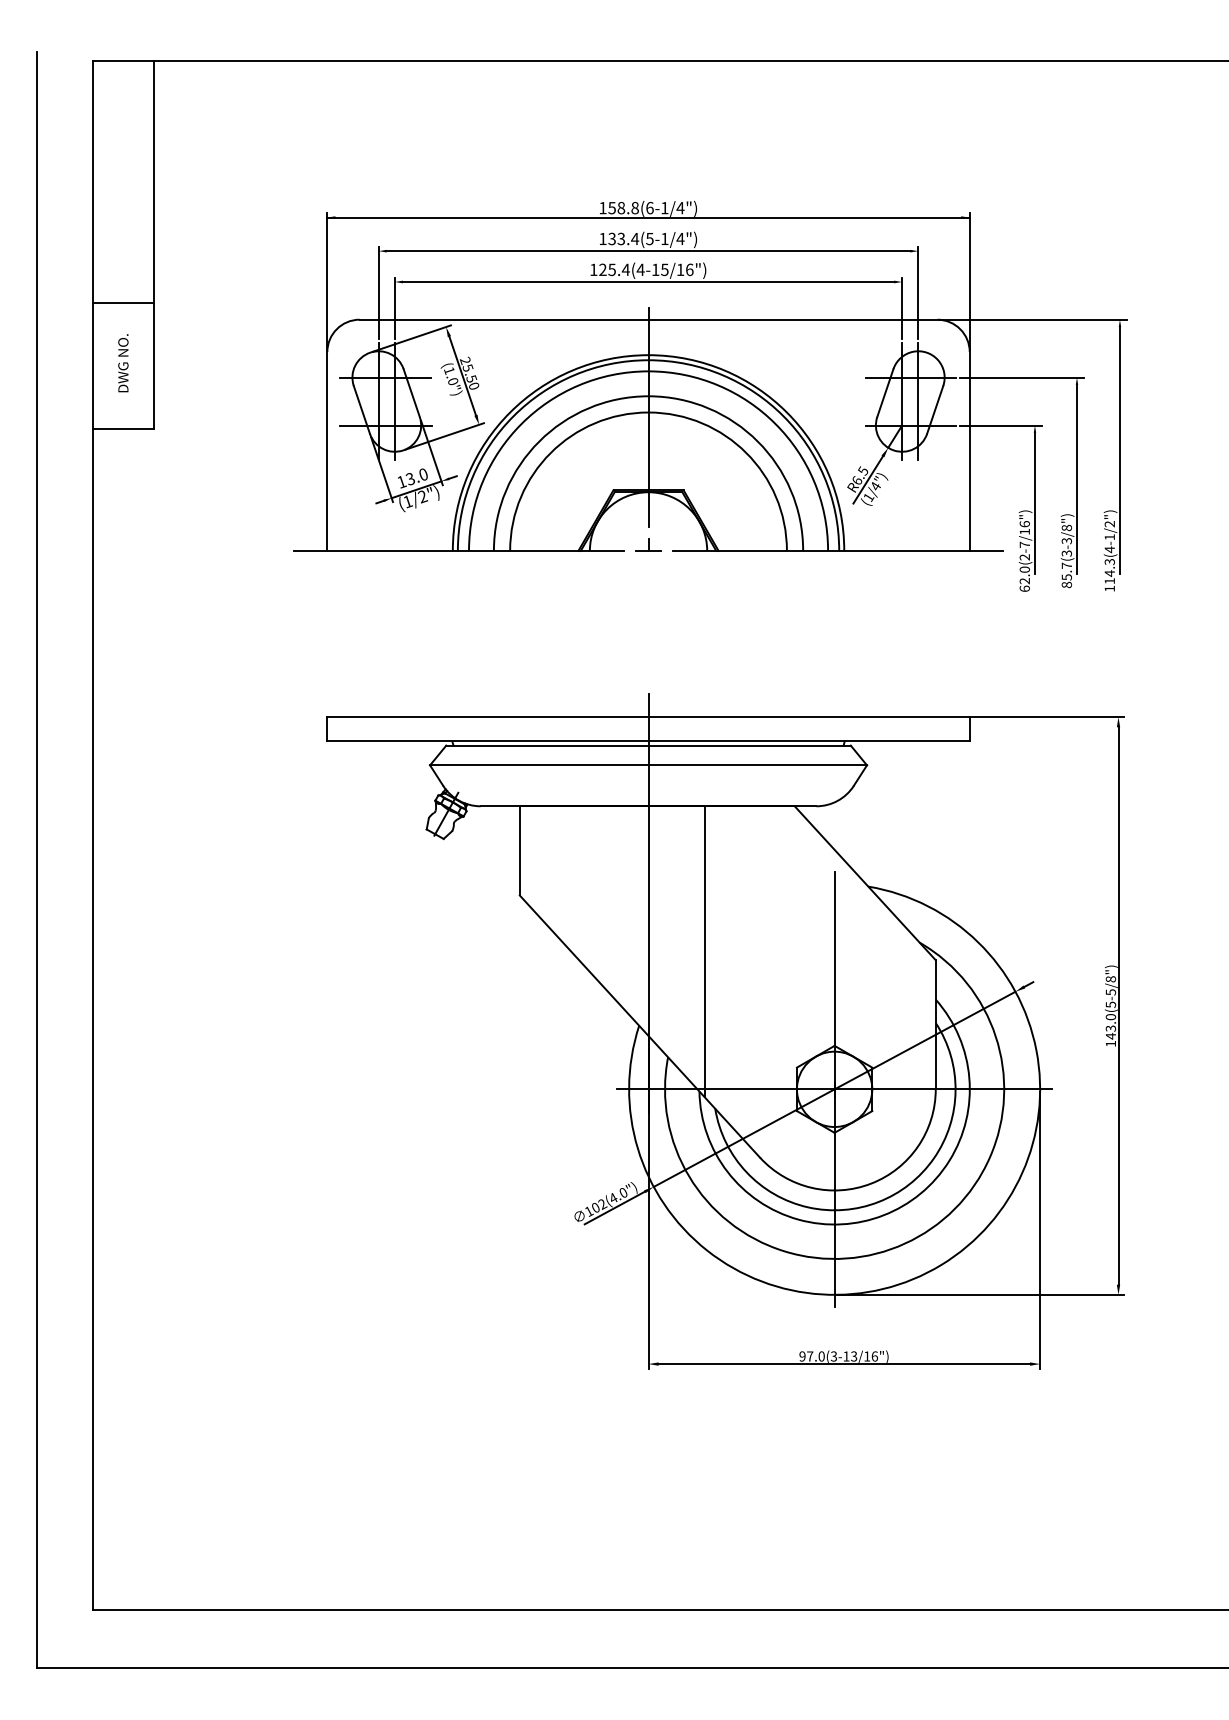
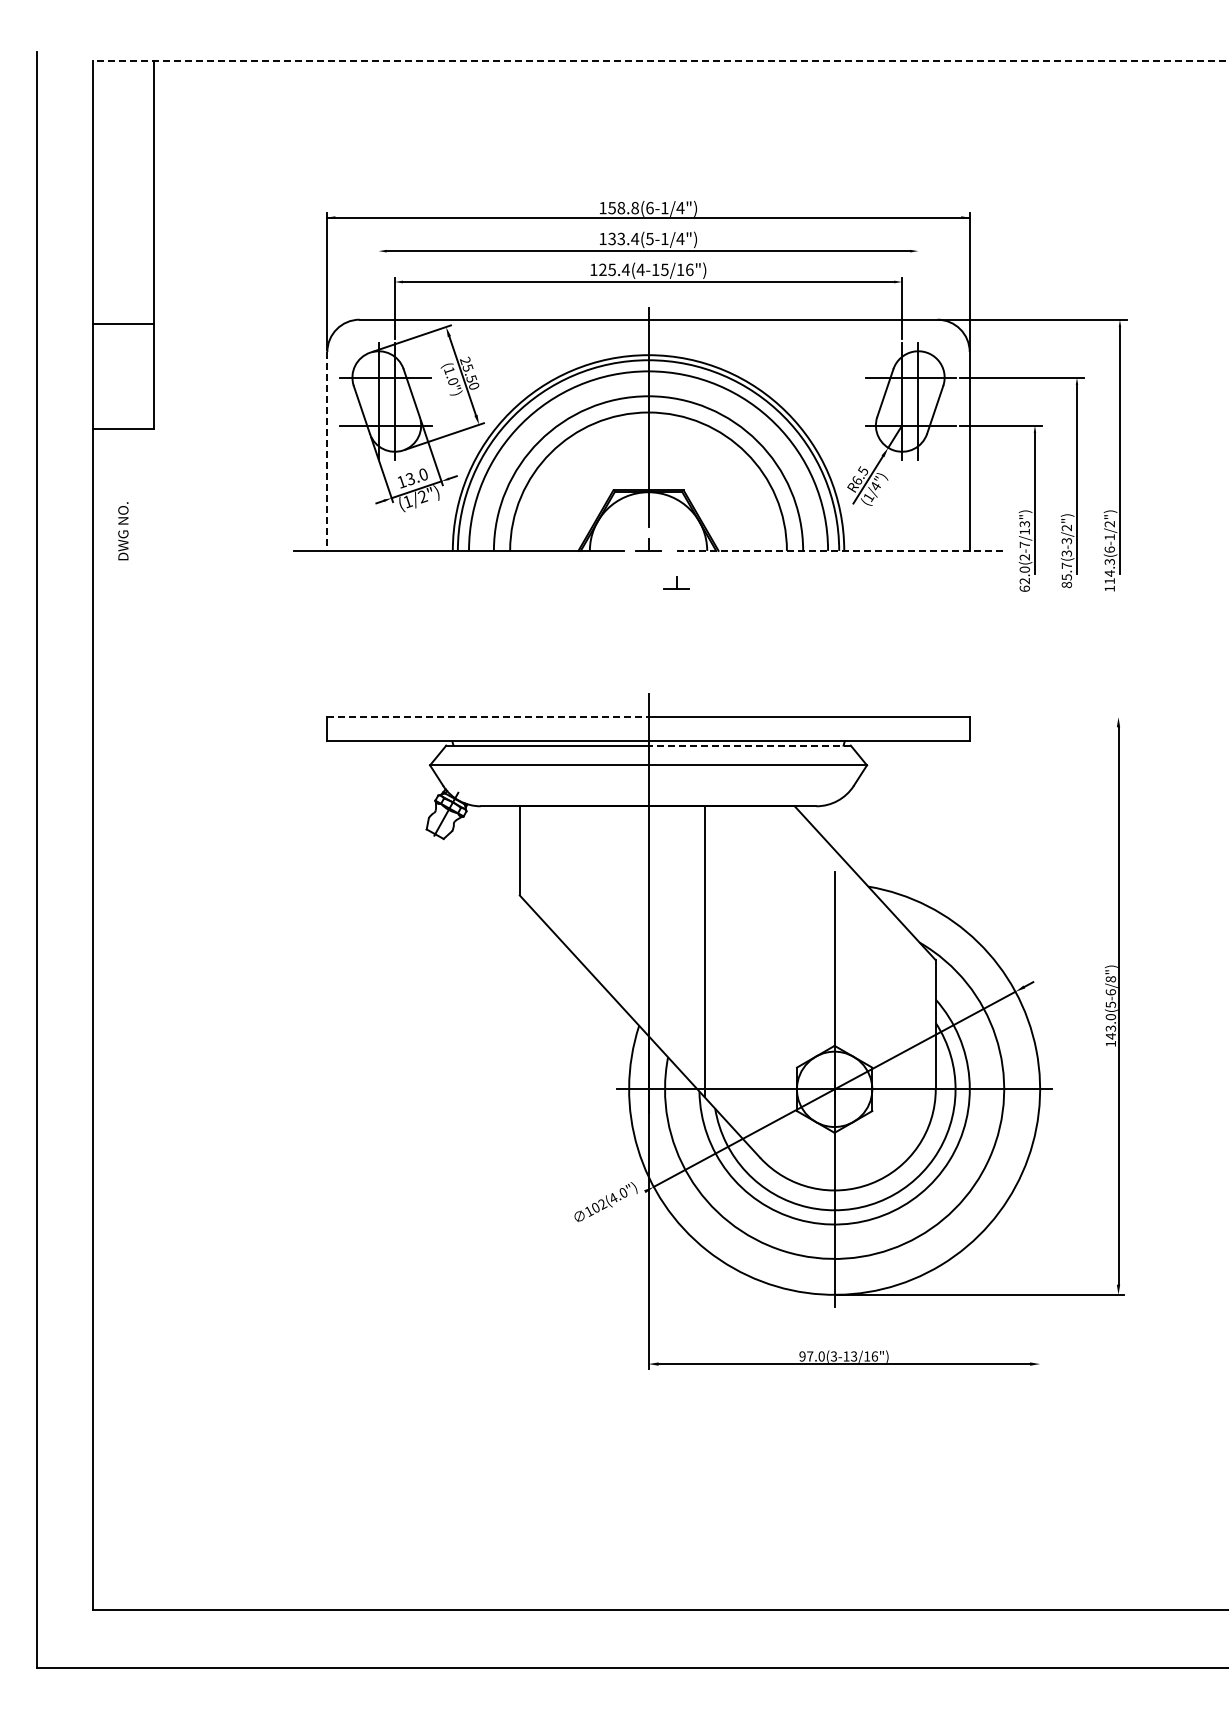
line at (660, 60): solid -> dashed
line at (378, 292): present -> none
line at (918, 292): present -> none
line at (123, 303) position: (123, 303) -> (123, 324)
text at (123, 363) position: (123, 363) -> (123, 531)
line at (327, 451): solid -> dashed
text at (1024, 524): 62.0(2-7/16") -> 62.0(2-7/13")
text at (1066, 527): 85.7(3-3/8") -> 85.7(3-3/2")
text at (1109, 549): 114.3(4-1/2") -> 114.3(6-1/2")
line at (837, 550): solid -> dashed
part at (676, 582): none -> present
line at (487, 717): solid -> dashed
line at (1047, 717): present -> none
line at (749, 745): solid -> dashed
text at (1110, 992): (5-5/8") -> (5-6/8")
line at (614, 1207): present -> none
line at (1040, 1230): present -> none
